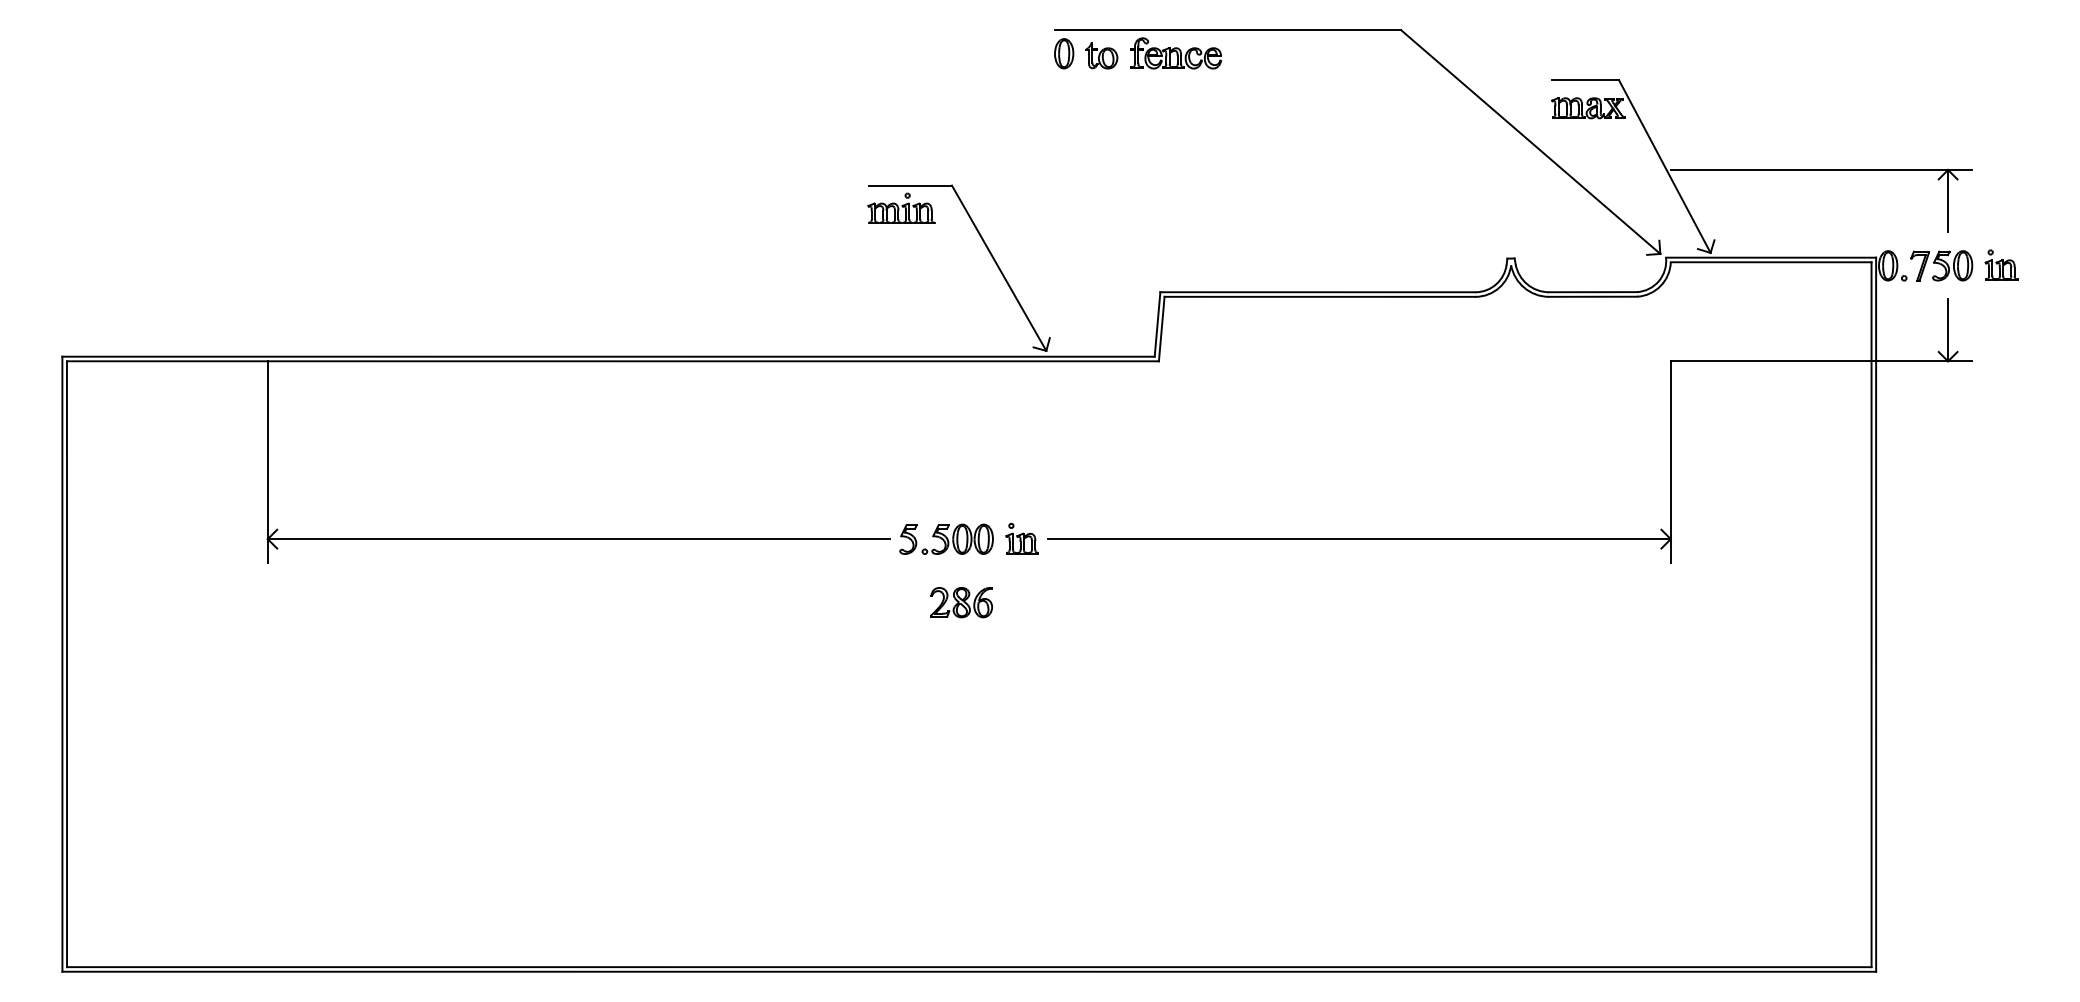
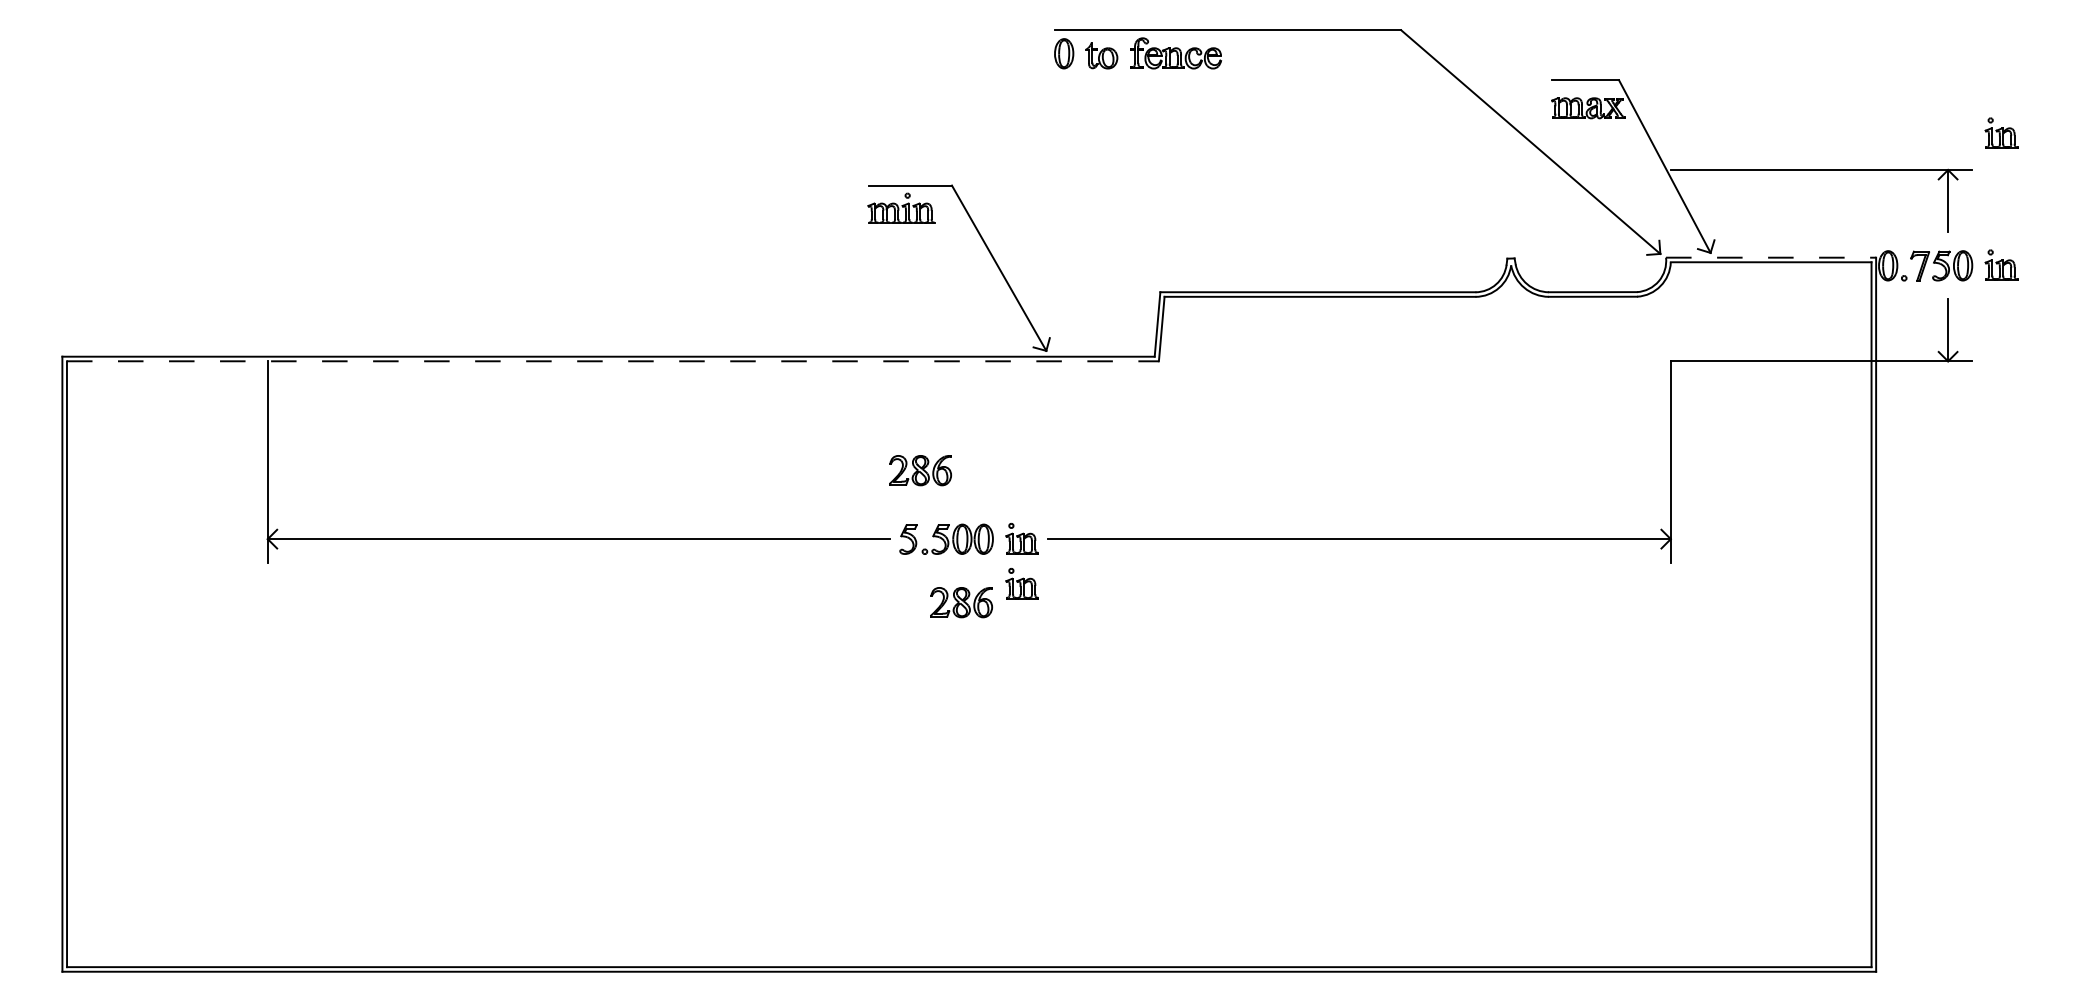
part at (2001, 132): none -> present
line at (1771, 257): solid -> dashed
line at (612, 361): solid -> dashed
part at (920, 470): none -> present
part at (1021, 583): none -> present
